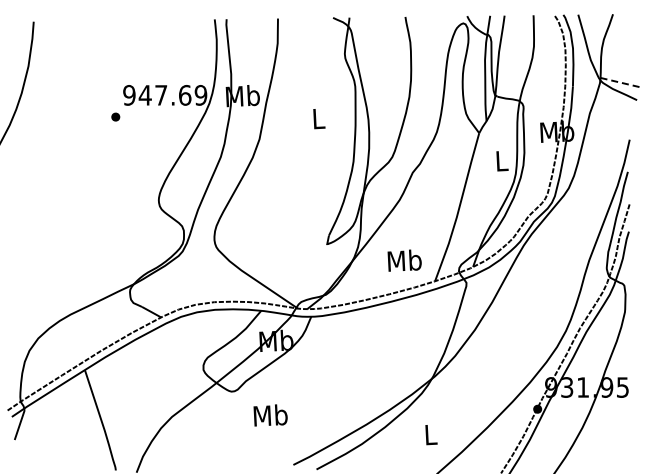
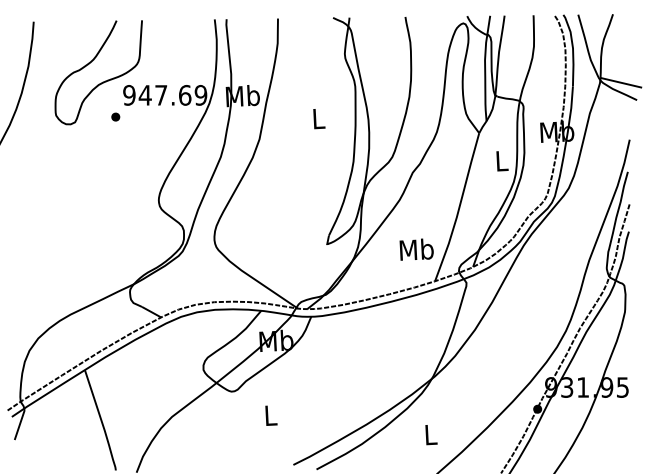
curve at (102, 81): none -> present
line at (621, 82): dashed -> solid
text at (404, 260) position: (404, 260) -> (416, 249)
text at (270, 415): Mb -> L
